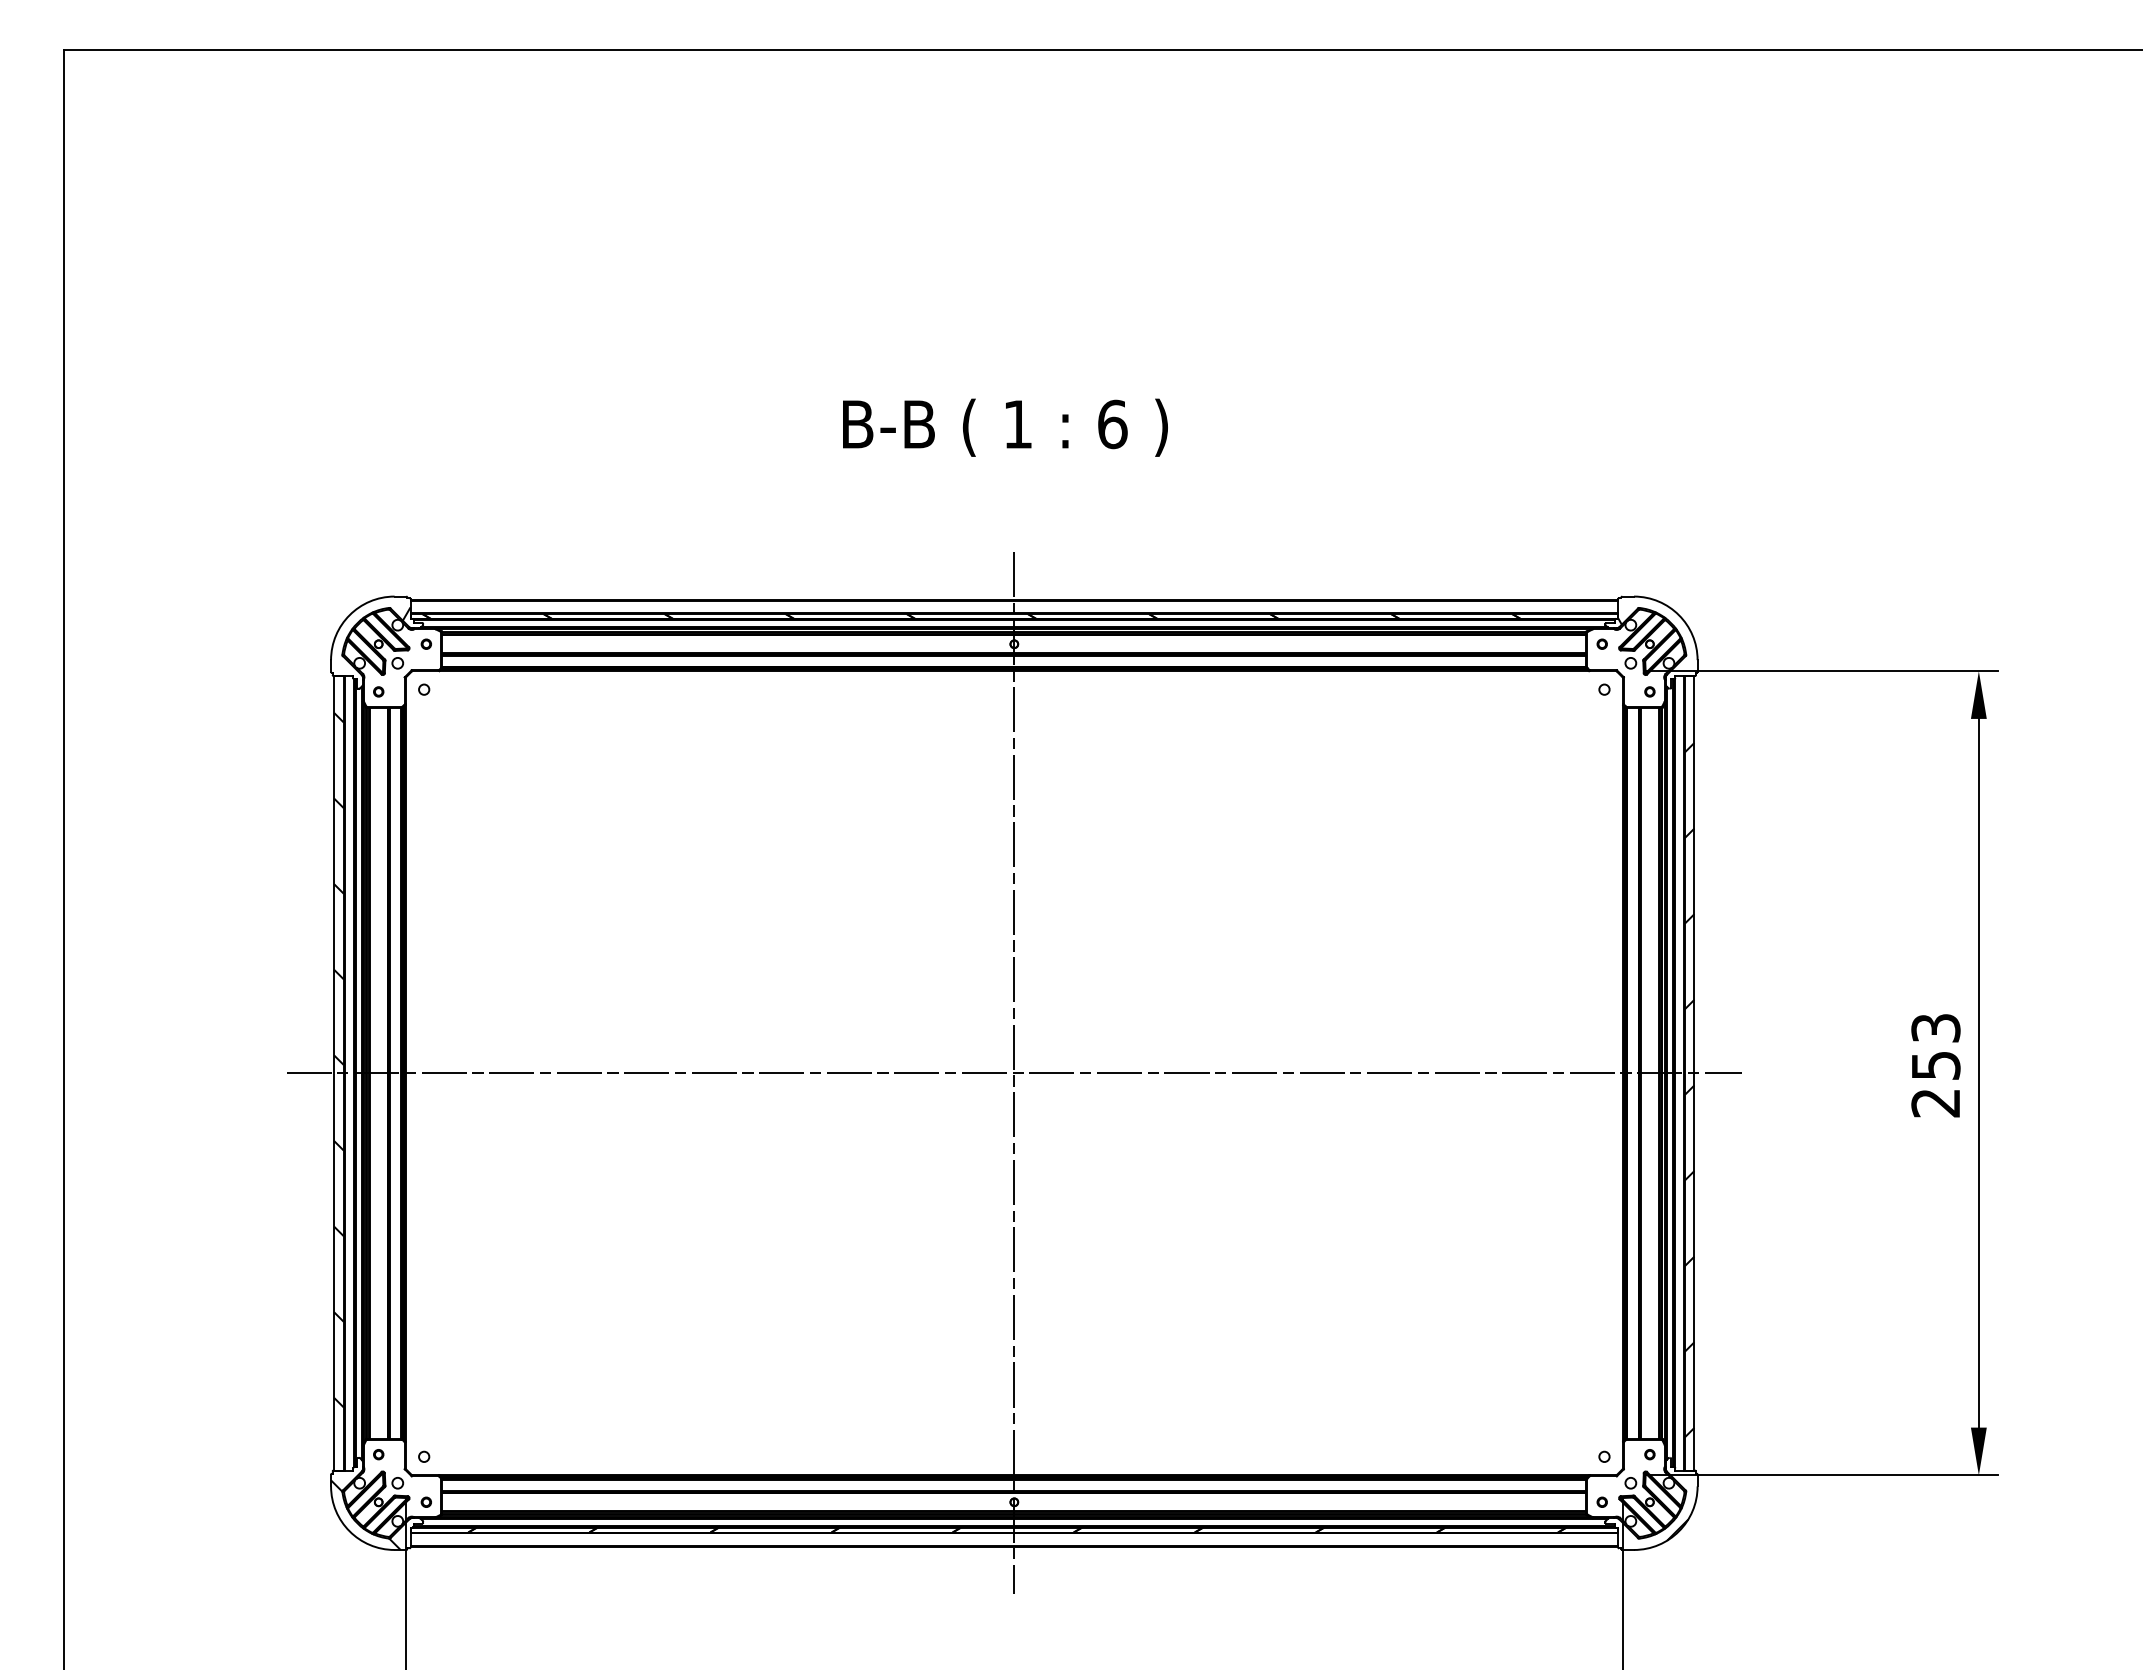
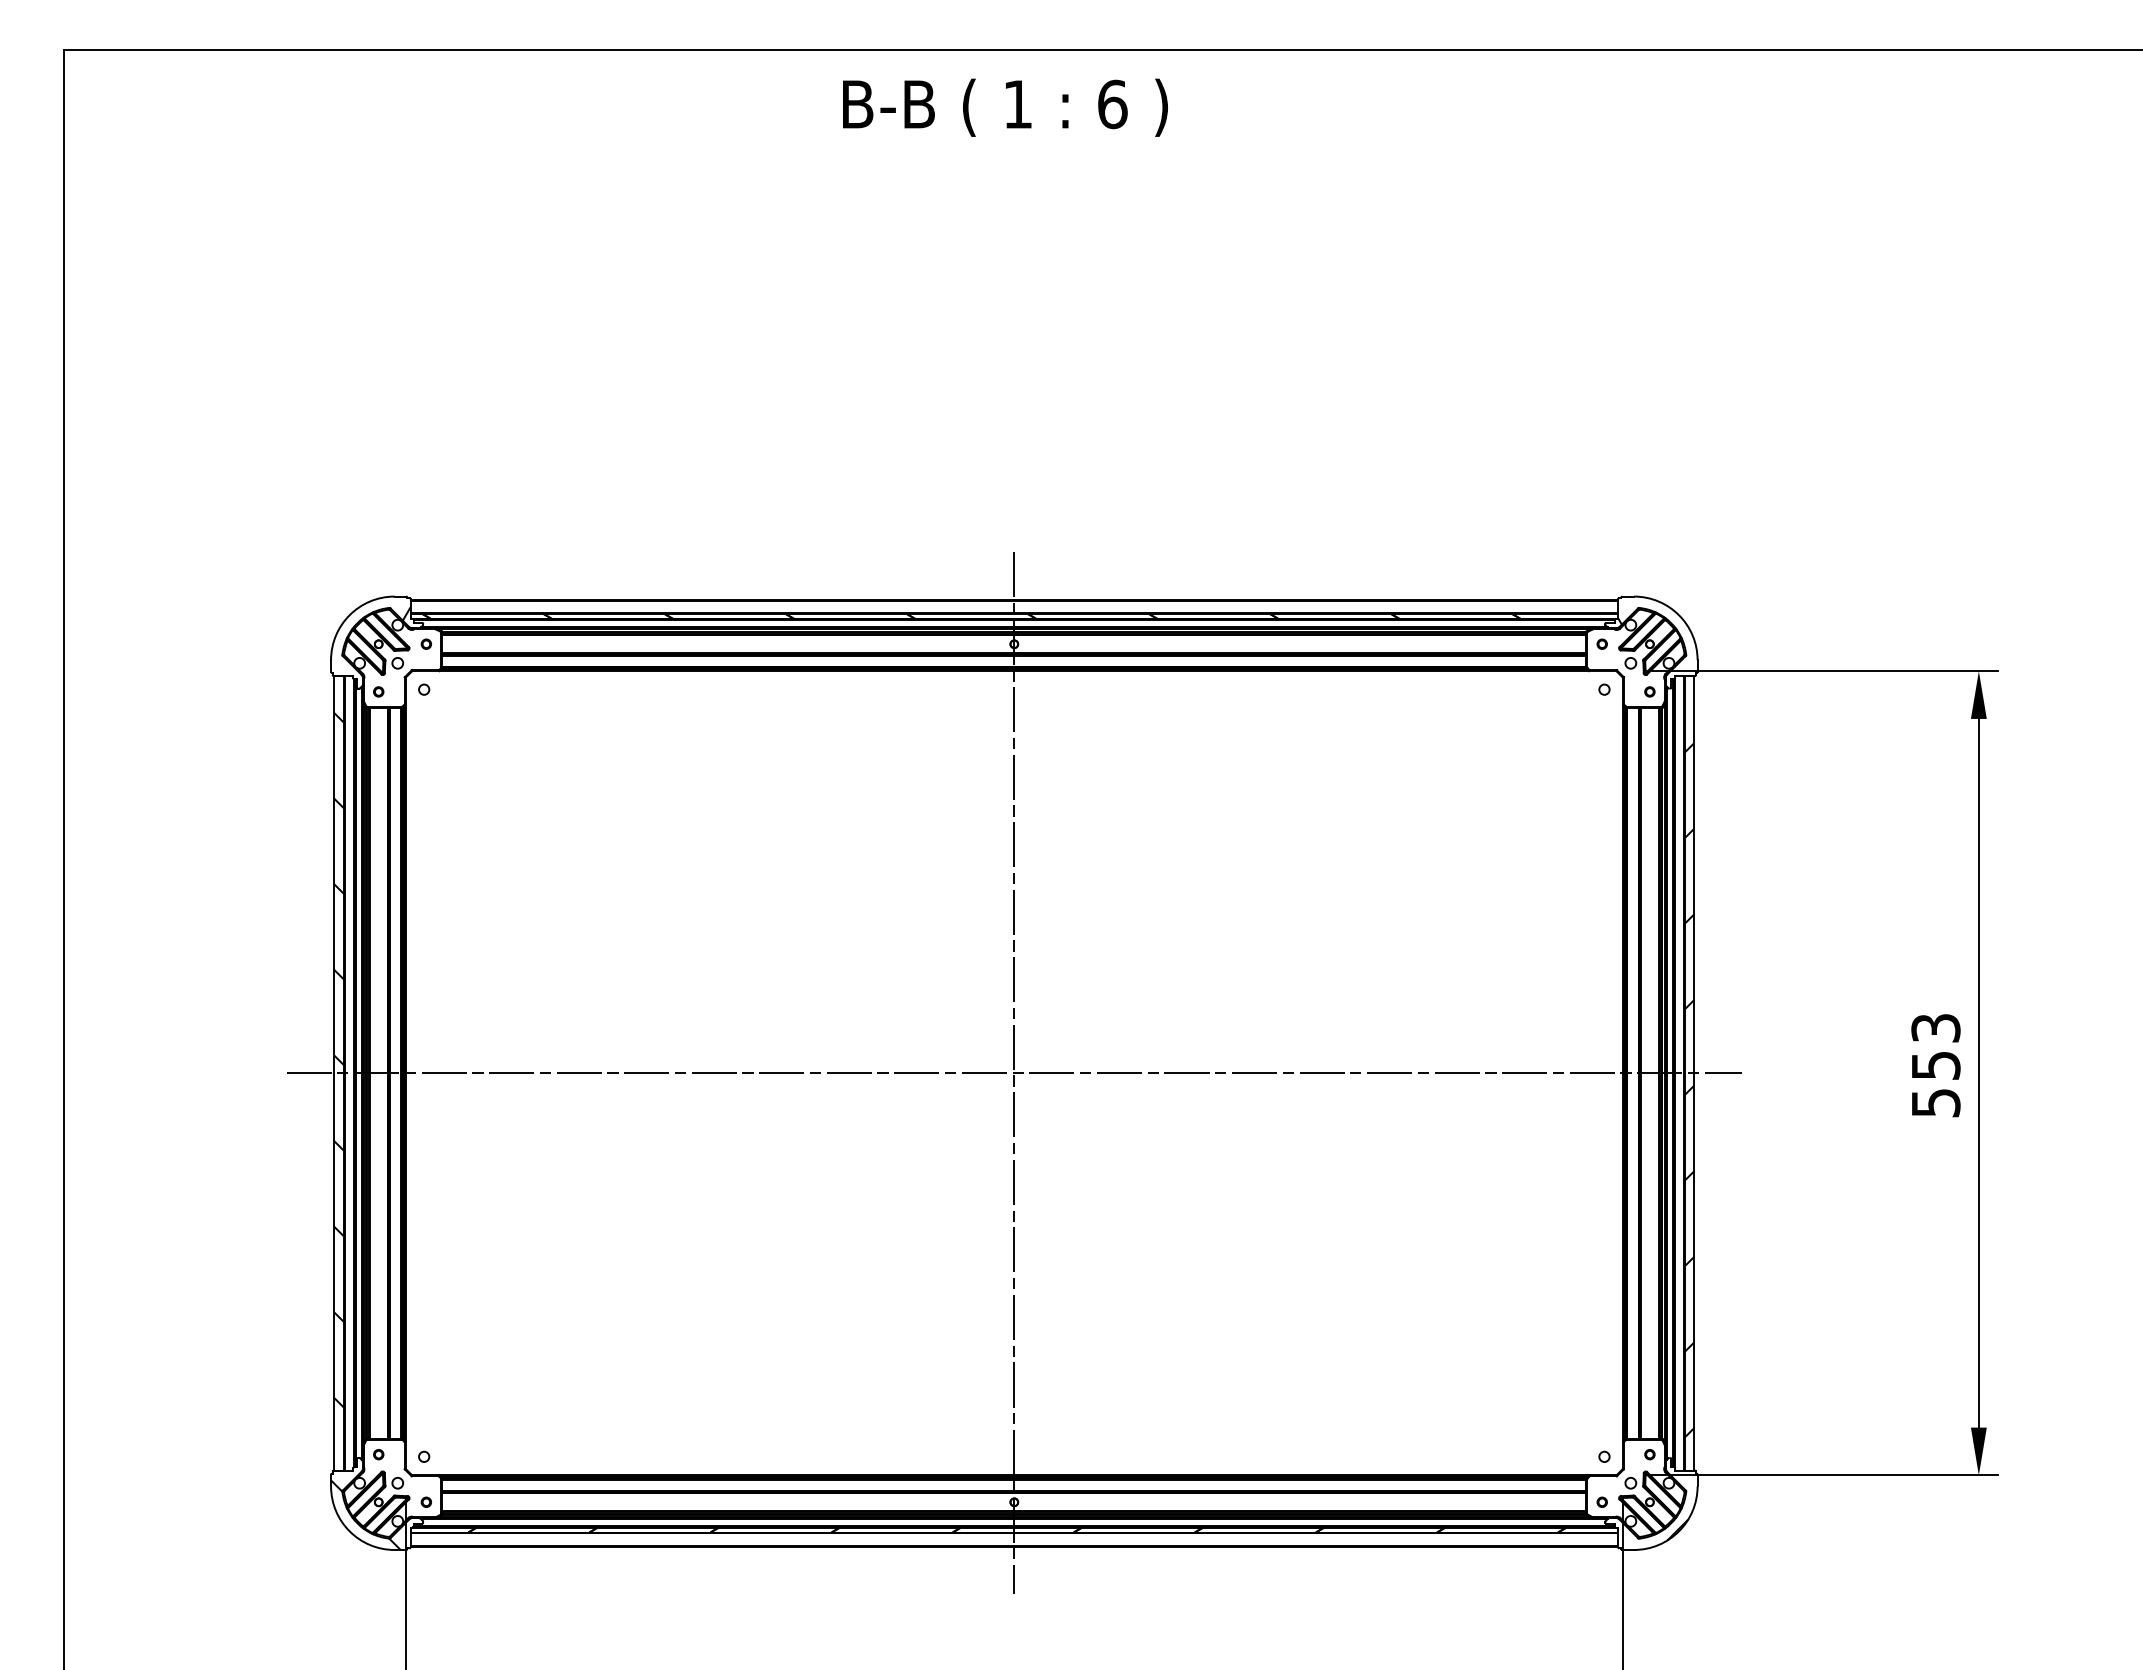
text at (1005, 427) position: (1005, 427) -> (1005, 107)
text at (1935, 1103): 253 -> 553
